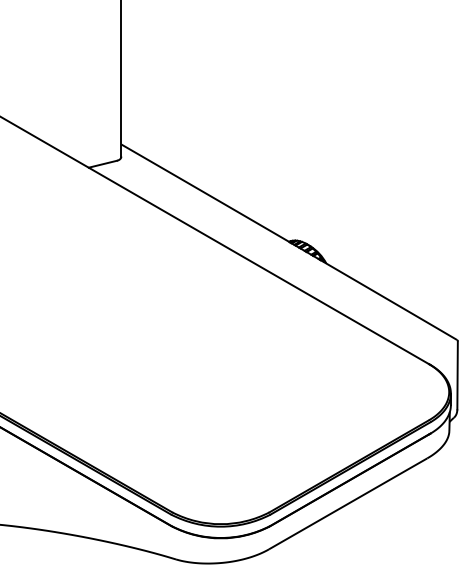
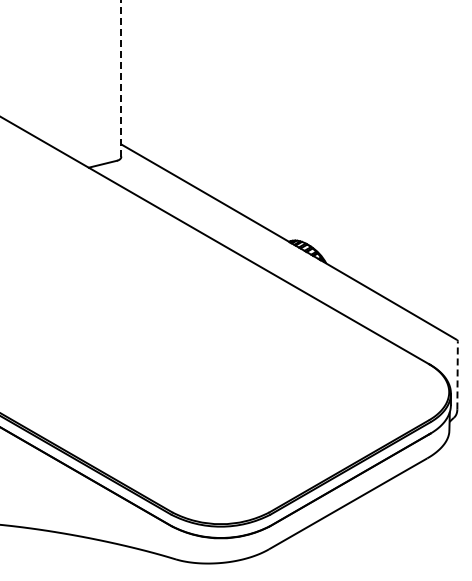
line at (121, 78): solid -> dashed
line at (457, 374): solid -> dashed
